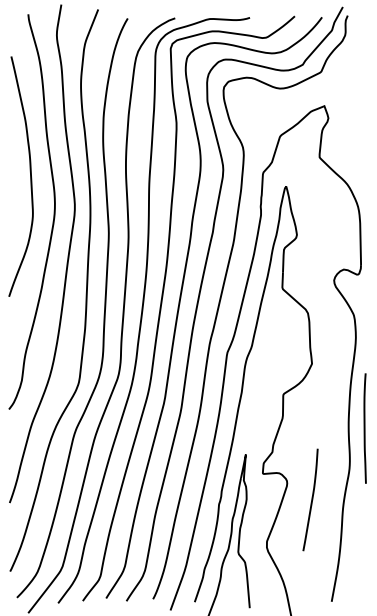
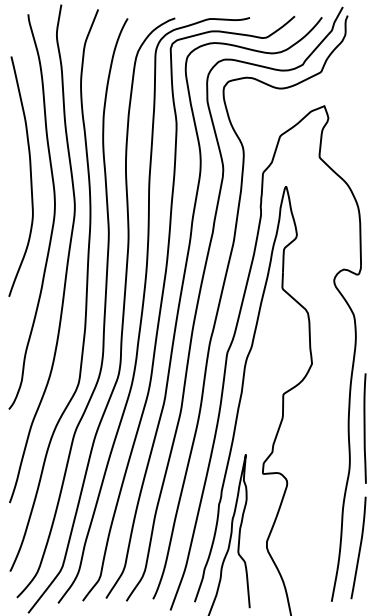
curve at (311, 499) position: (311, 499) -> (359, 547)
